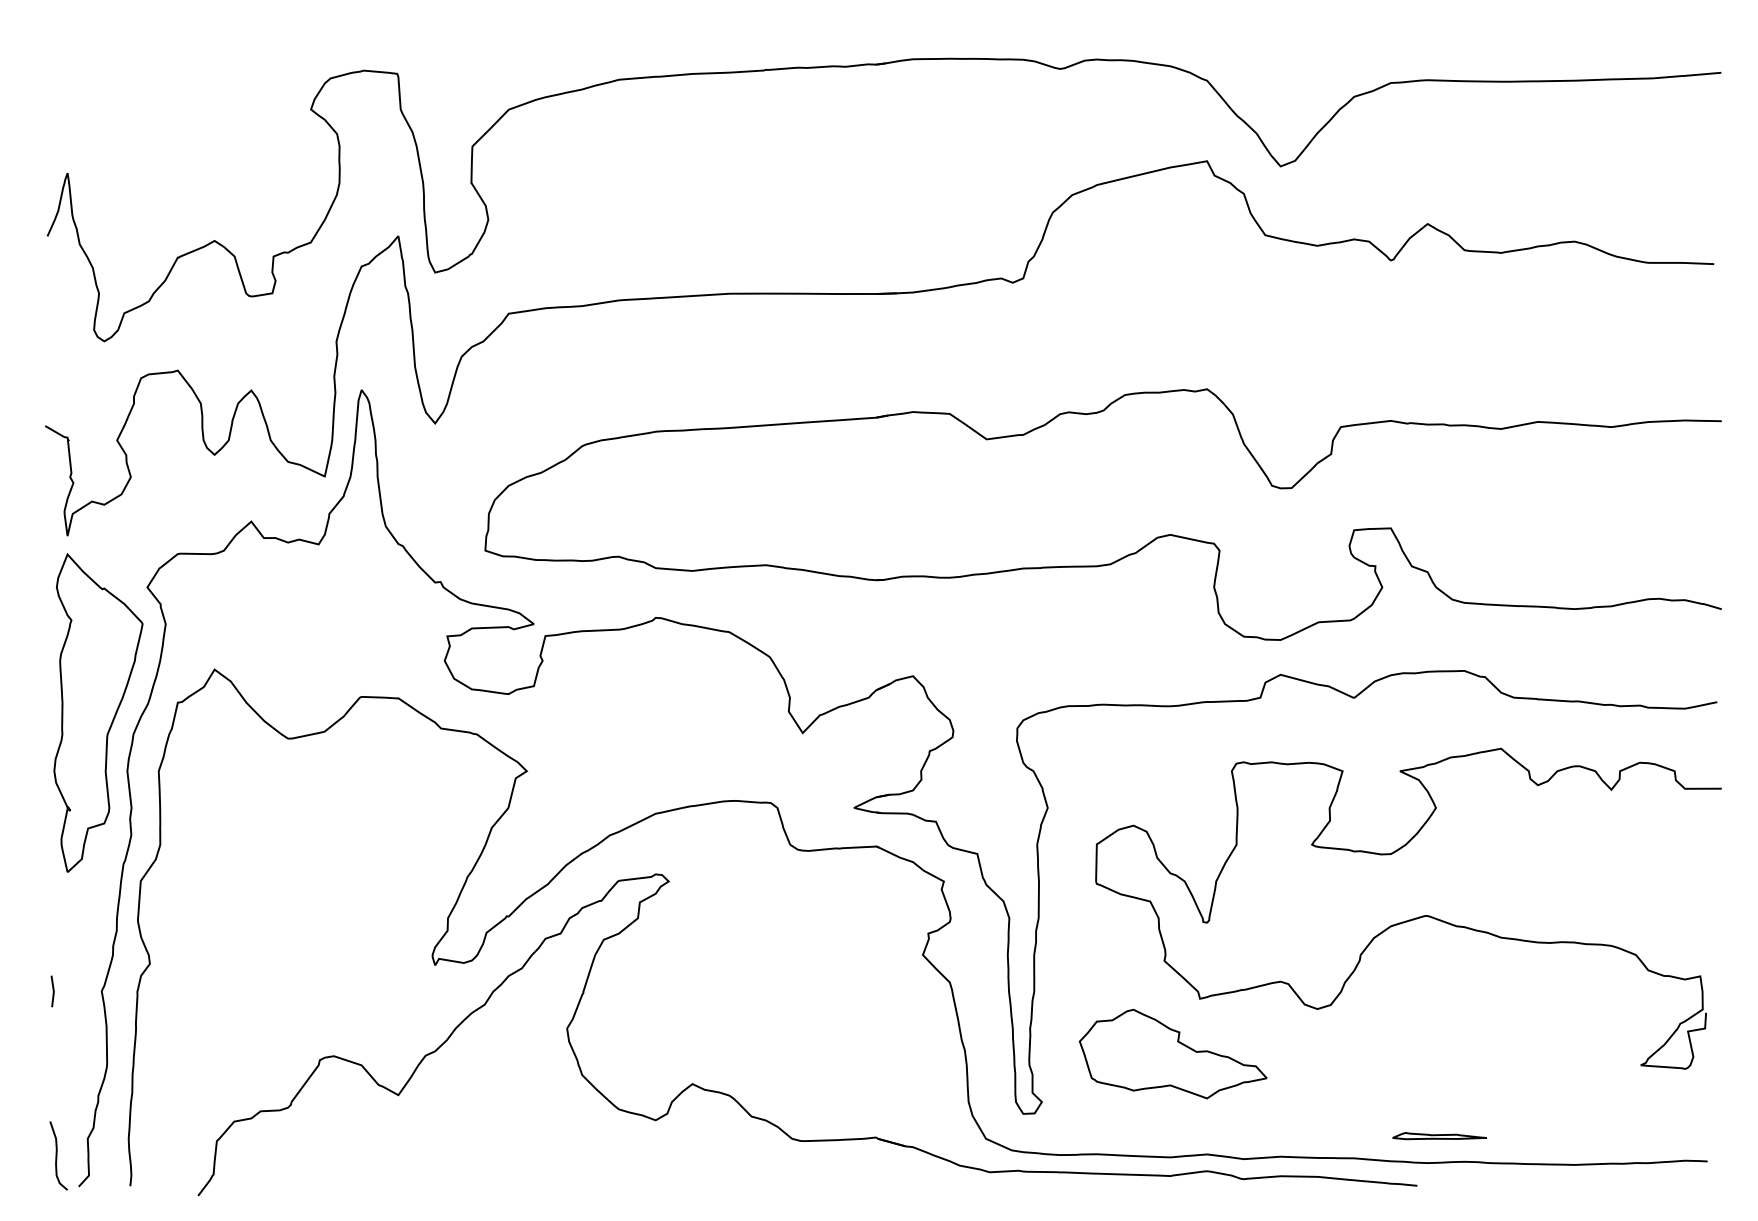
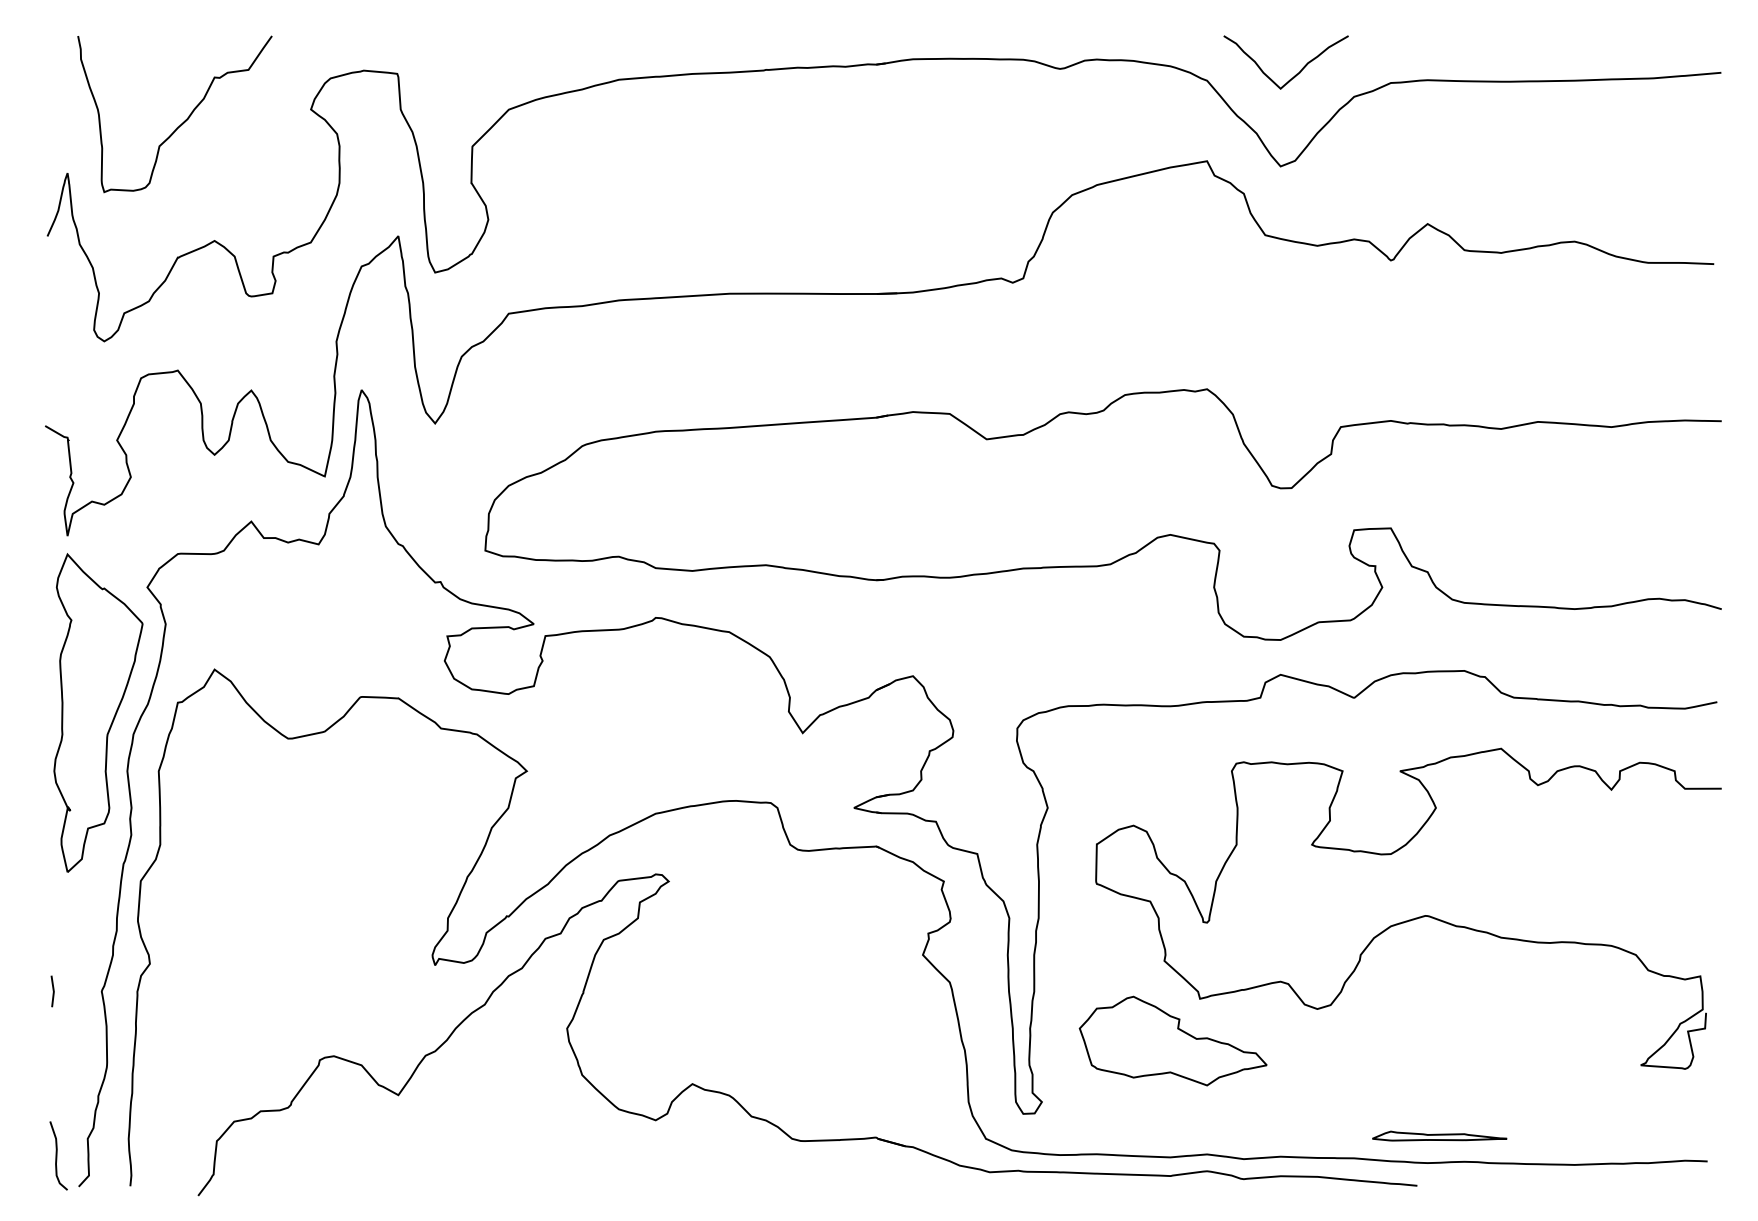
curve at (1295, 74): none -> present
curve at (182, 122): none -> present
part at (1172, 1053) position: (1172, 1053) -> (1172, 1040)
part at (1439, 1136) size: 95x9 px -> 136x12 px
